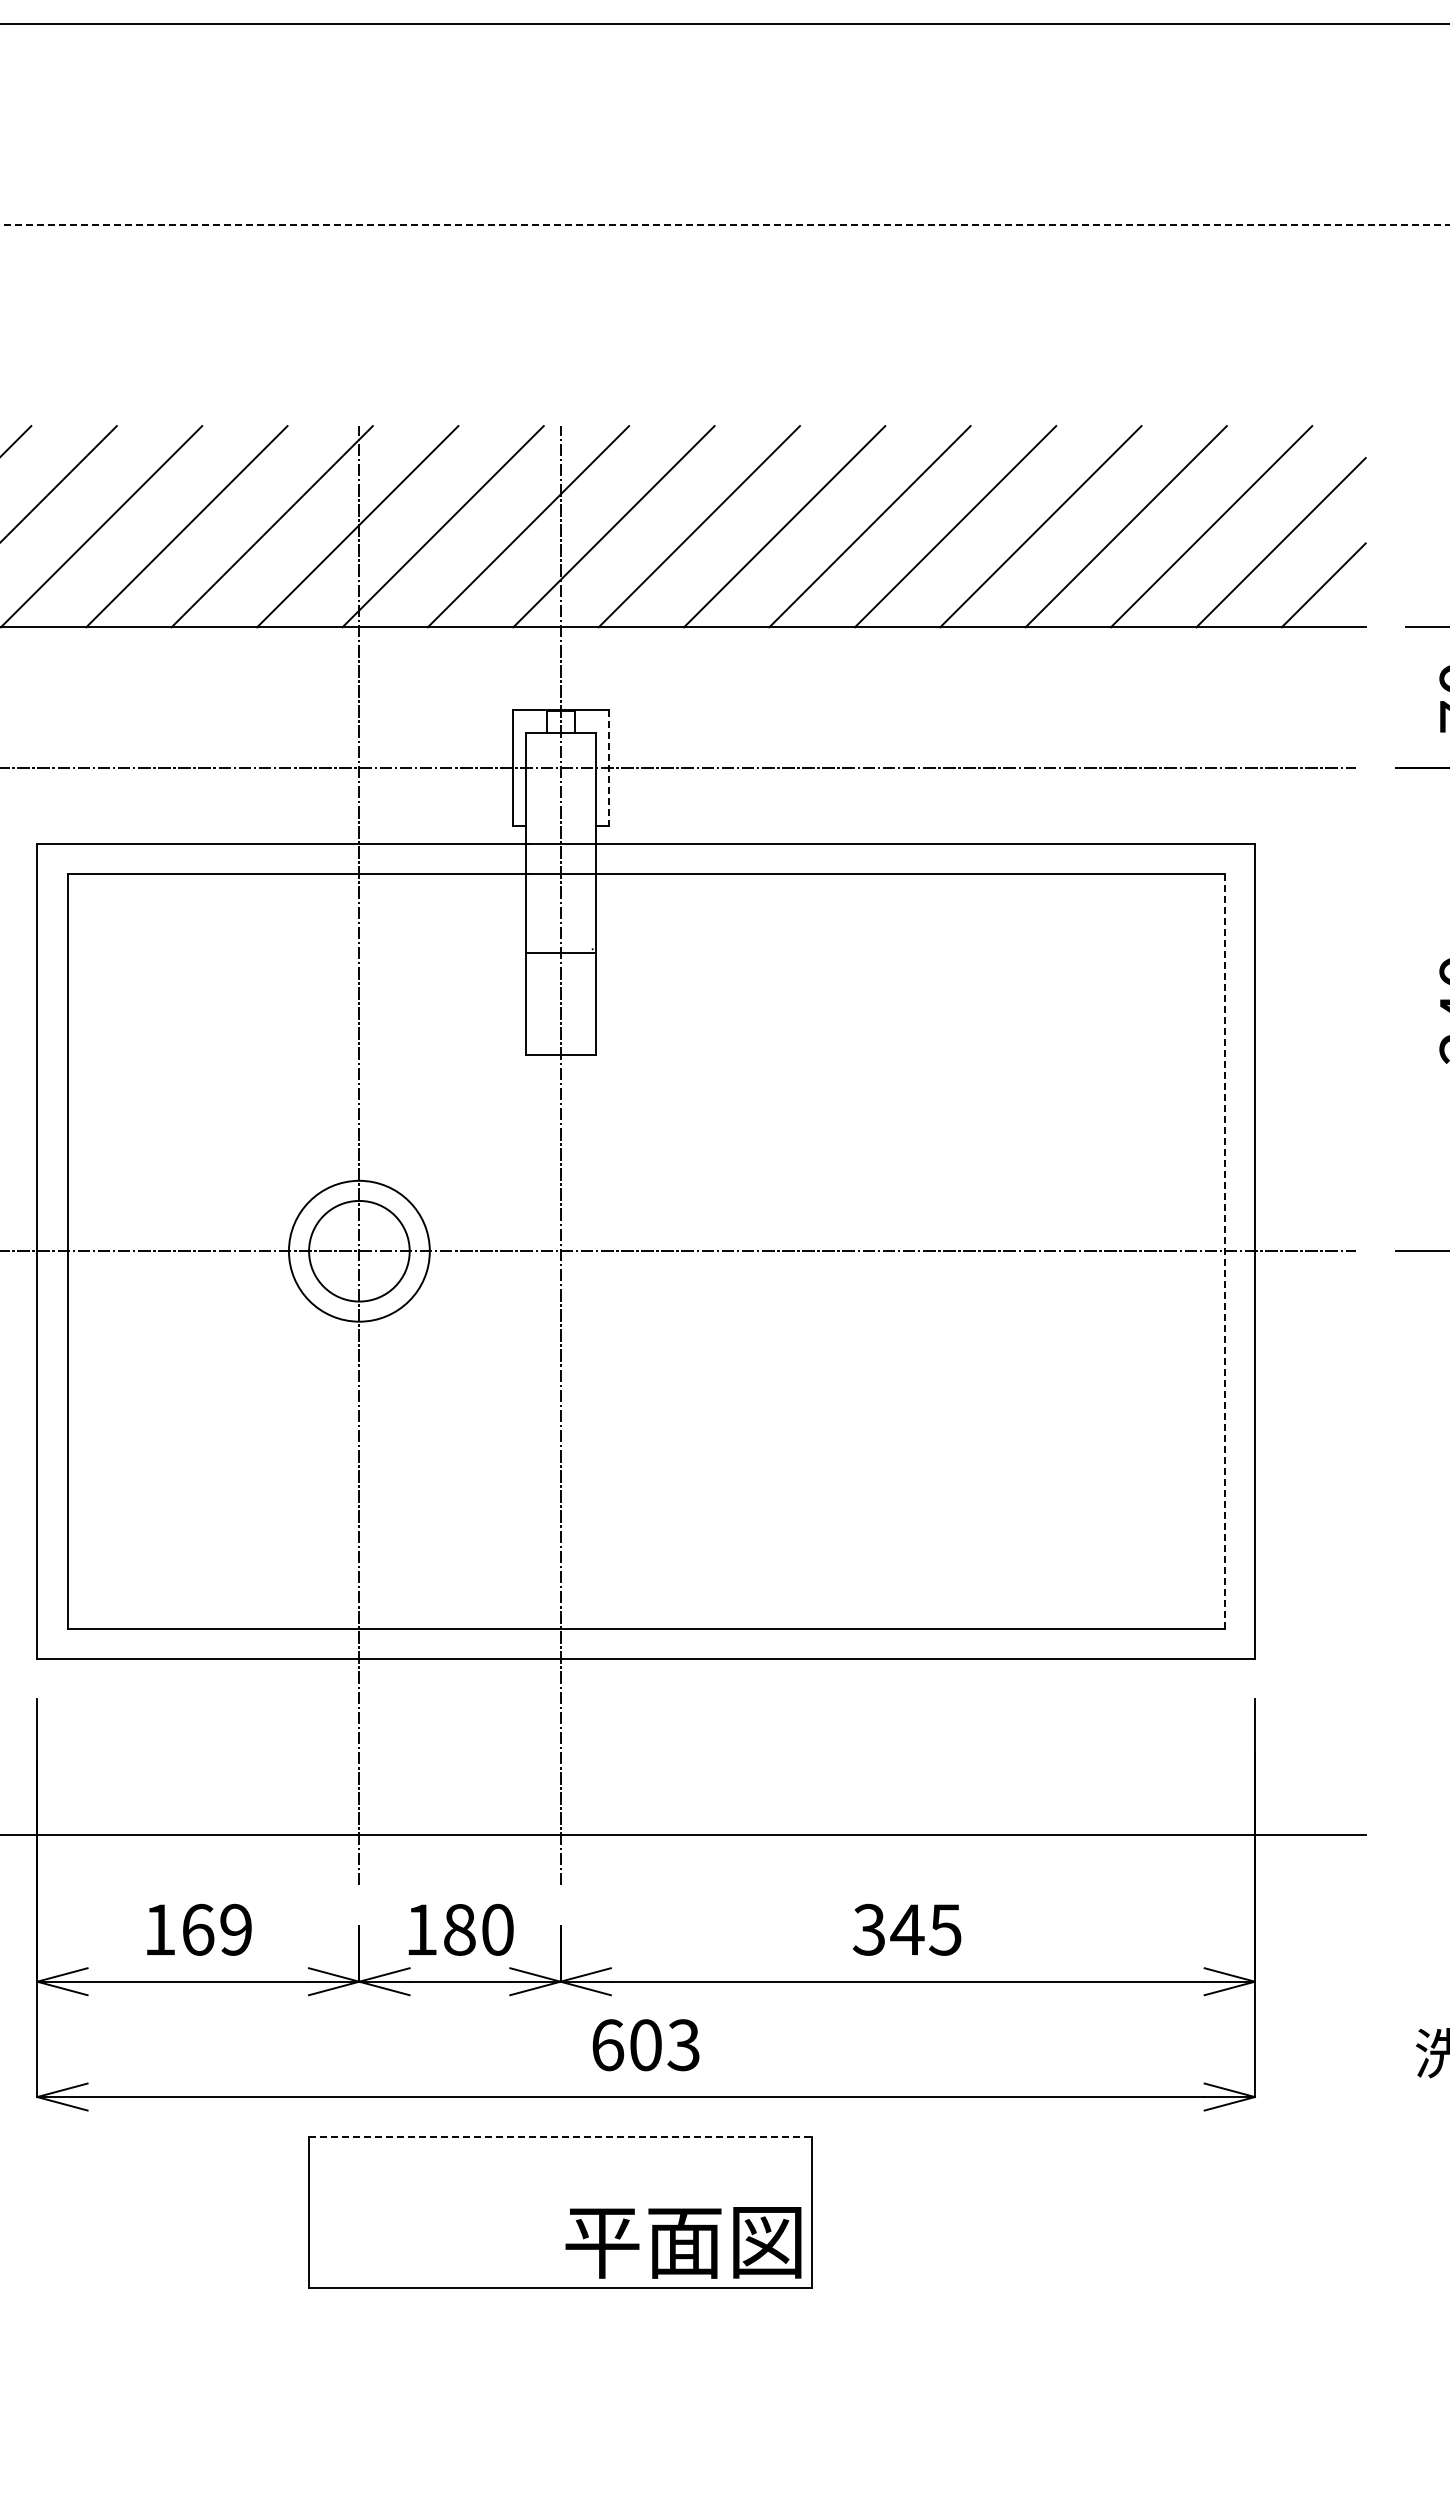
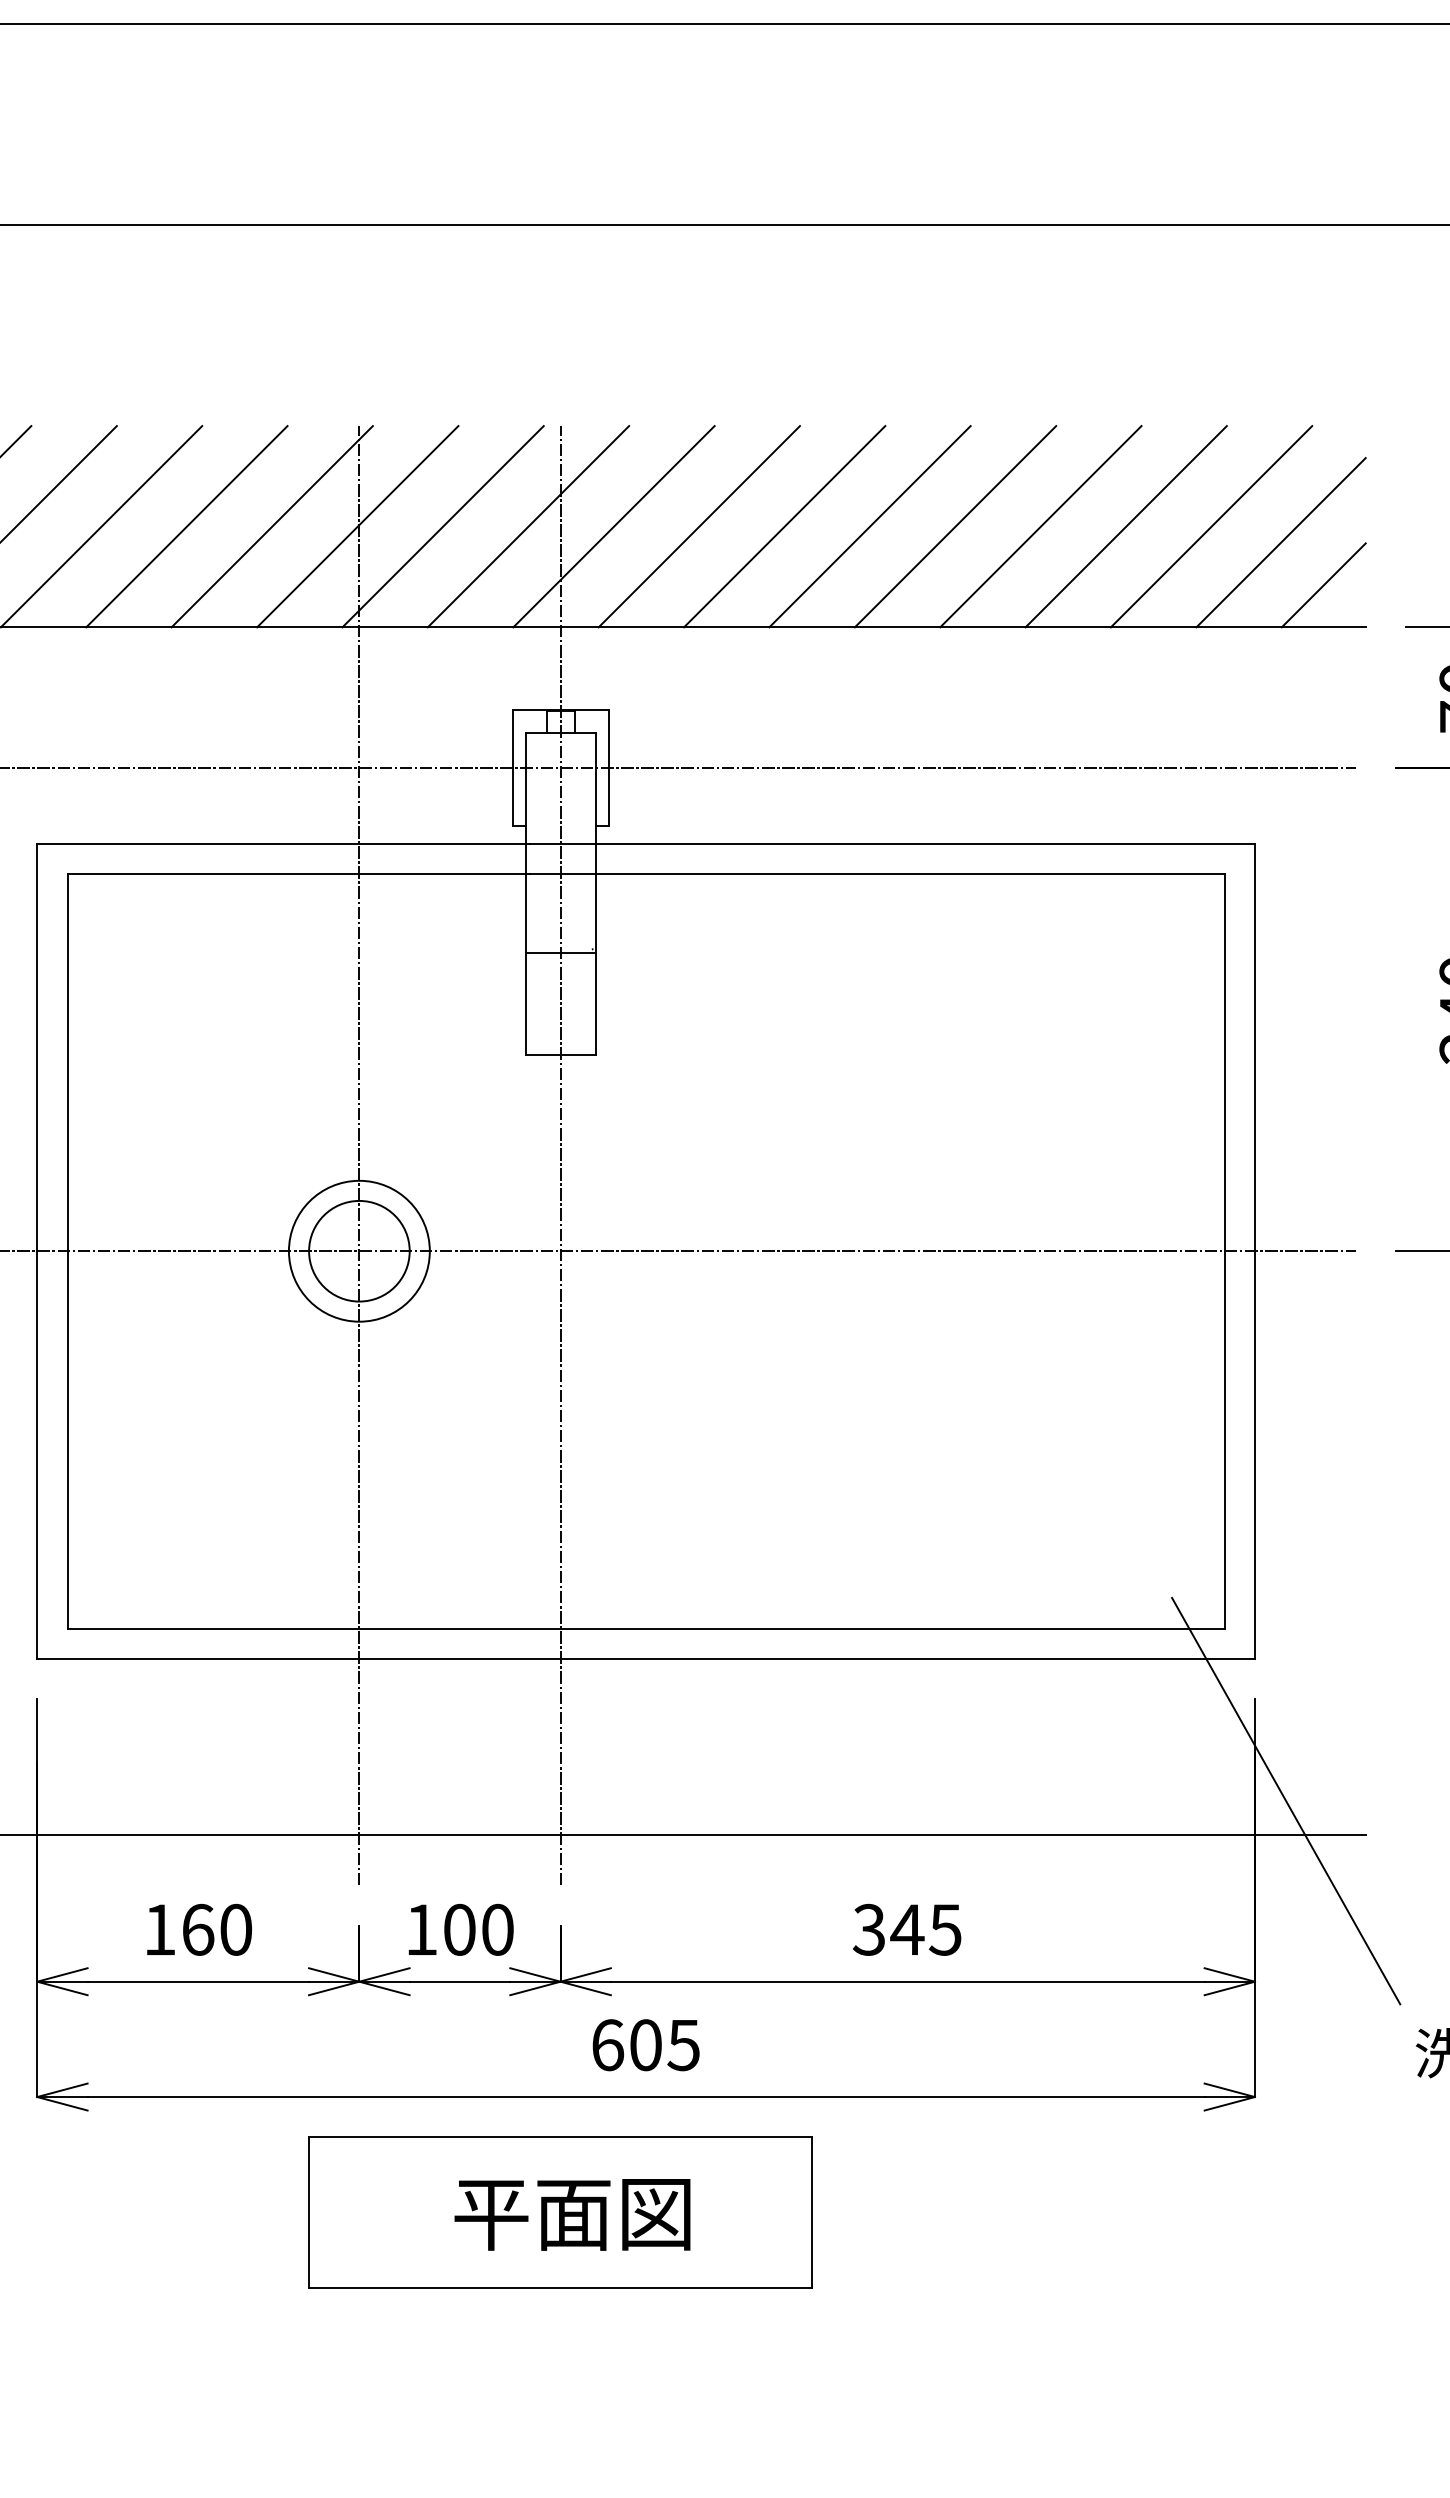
line at (724, 225): dashed -> solid
line at (608, 768): dashed -> solid
line at (1224, 1250): dashed -> solid
line at (1286, 1800): none -> present
text at (235, 1929): 169 -> 160
text at (459, 1929): 180 -> 100
text at (683, 2044): 603 -> 605
line at (560, 2136): dashed -> solid
text at (683, 2242) position: (683, 2242) -> (572, 2214)
